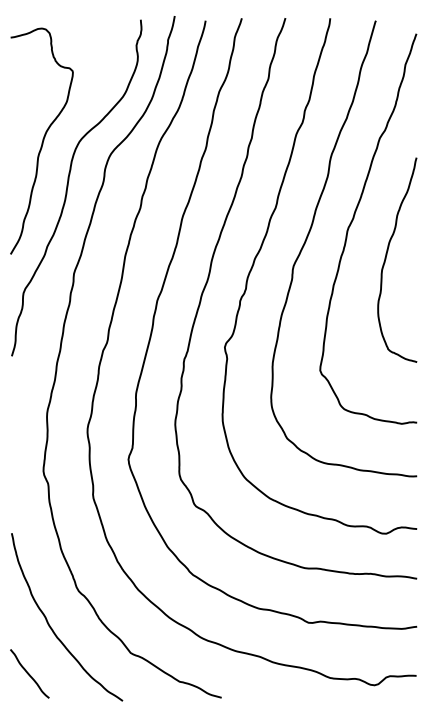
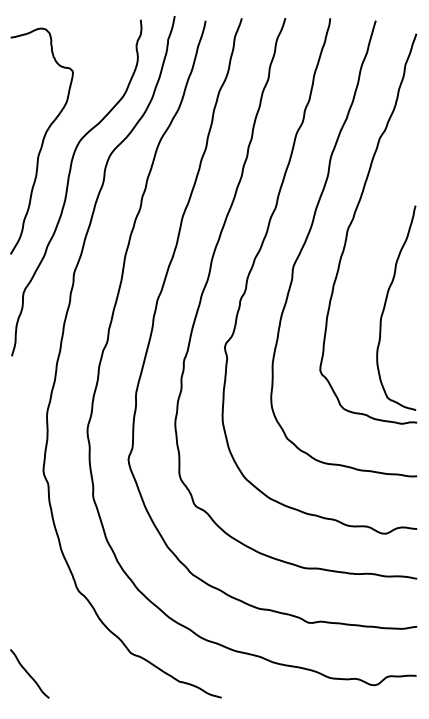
curve at (387, 255) position: (387, 255) -> (386, 303)
curve at (53, 629): present -> none
